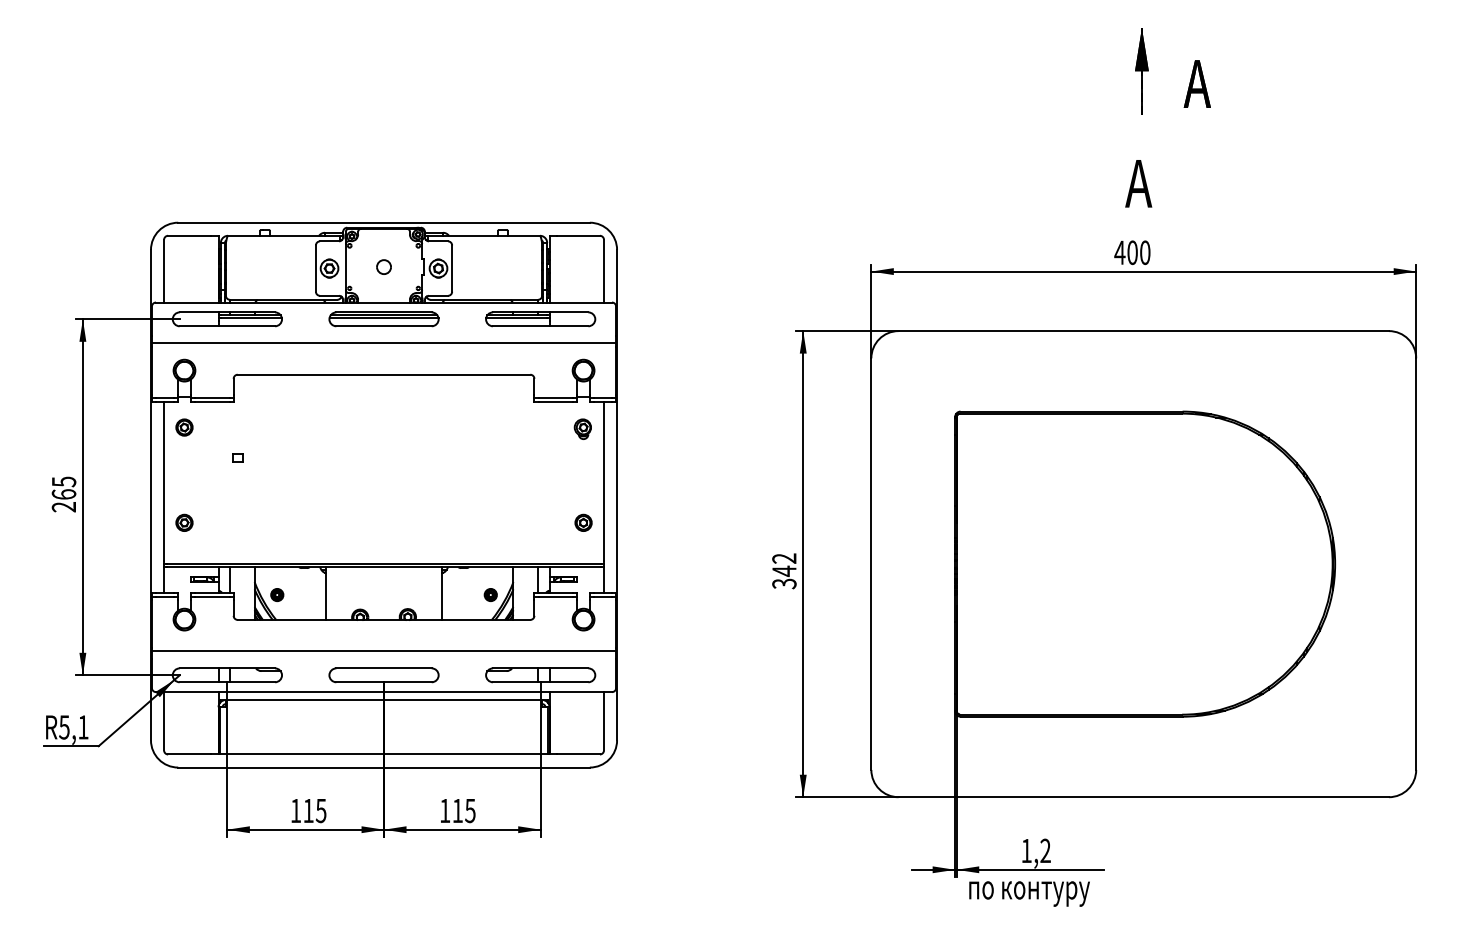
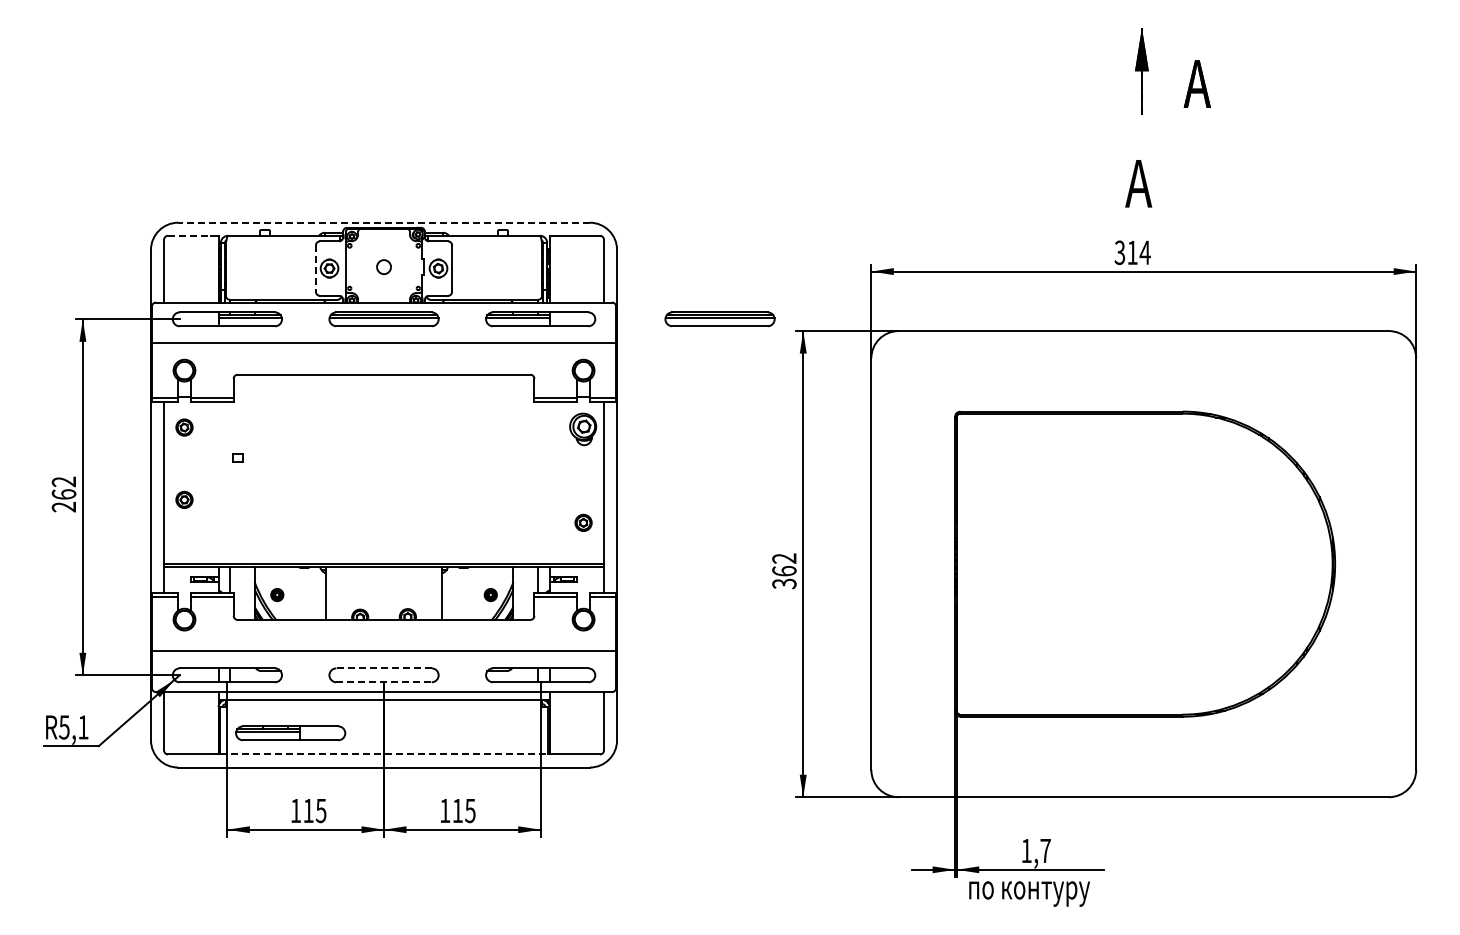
line at (384, 222): solid -> dashed
line at (189, 235): solid -> dashed
text at (1132, 252): 400 -> 314
line at (315, 269): solid -> dashed
part at (719, 319): none -> present
part at (582, 428) size: 19x22 px -> 29x35 px
text at (63, 481): 265 -> 262
part at (184, 522) position: (184, 522) -> (184, 499)
text at (784, 571): 342 -> 362
line at (384, 668): solid -> dashed
line at (384, 682): solid -> dashed
part at (290, 733): none -> present
line at (384, 754): solid -> dashed
text at (1045, 850): 1,2 -> 1,7
